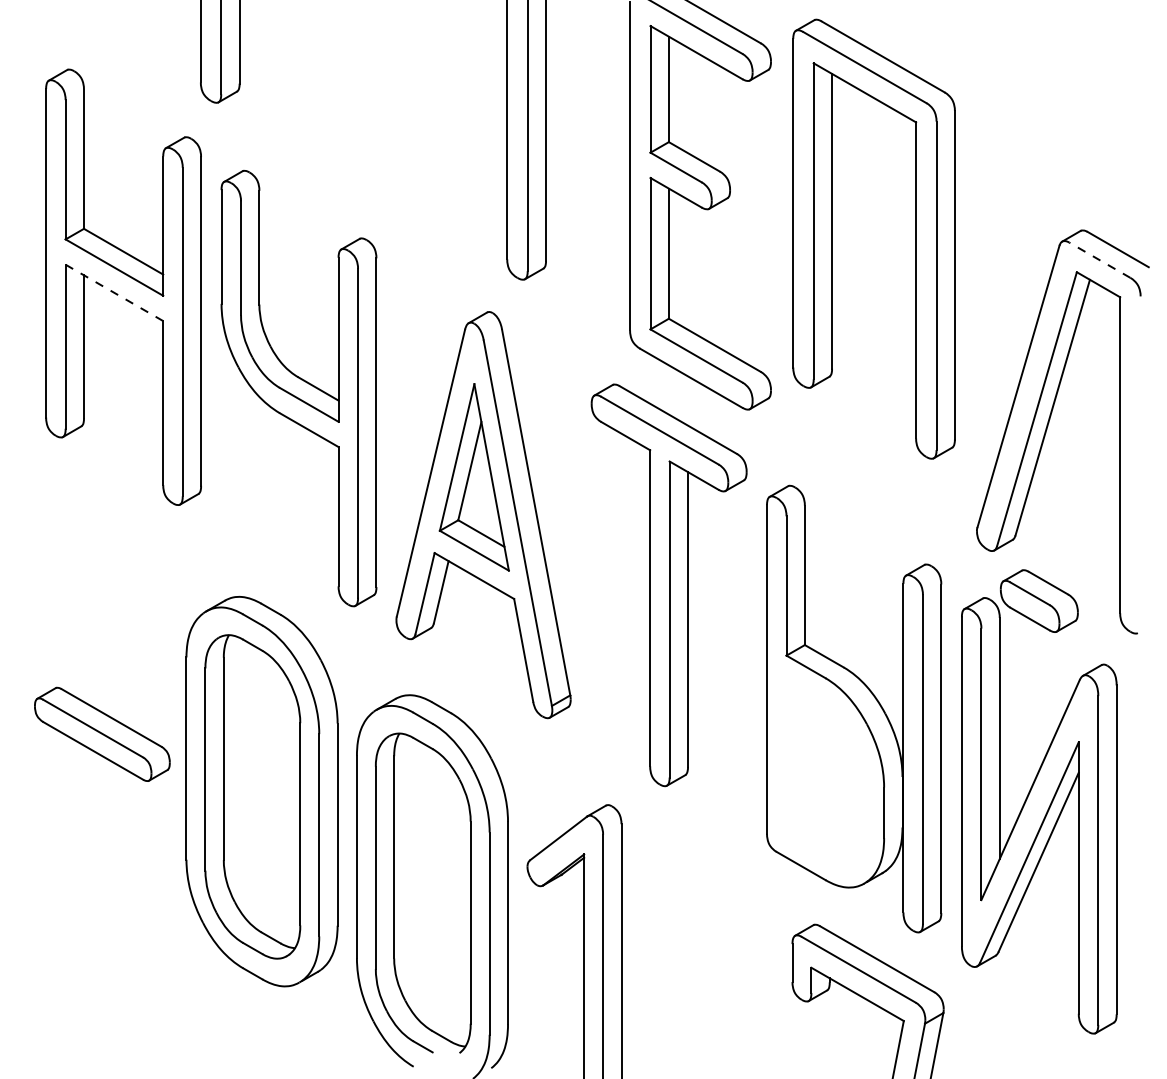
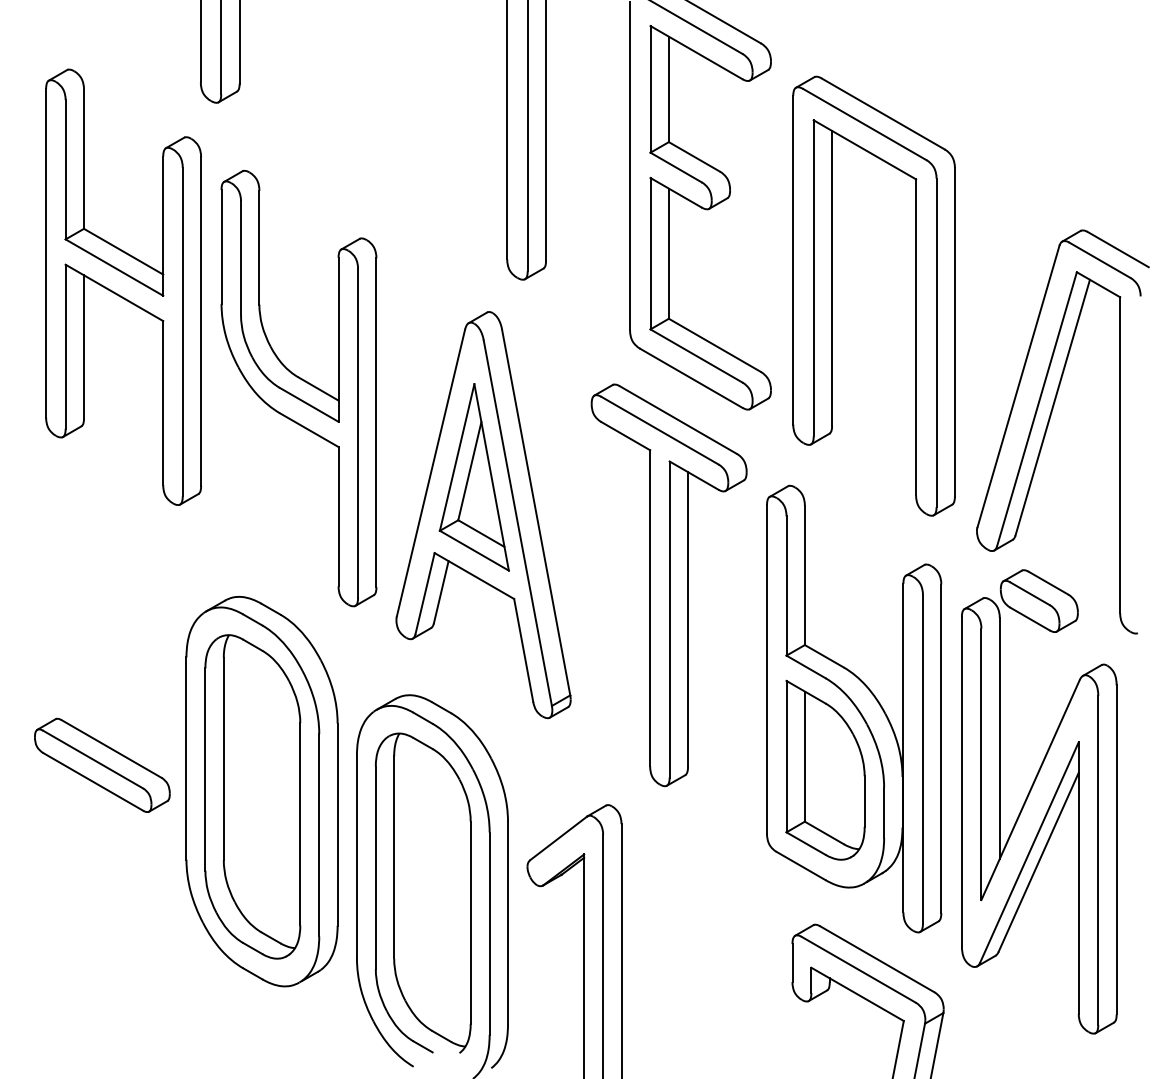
part at (832, 238) position: (832, 238) -> (832, 295)
line at (1099, 260): dashed -> solid
line at (114, 293): dashed -> solid
part at (102, 733) position: (102, 733) -> (102, 764)
part at (825, 769): none -> present
